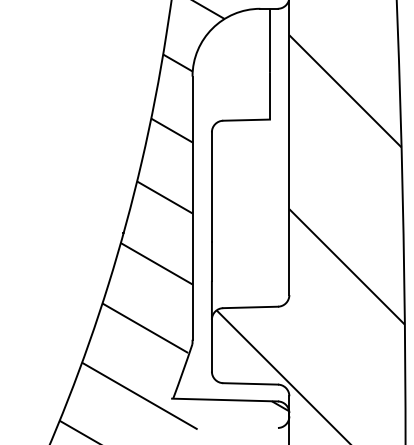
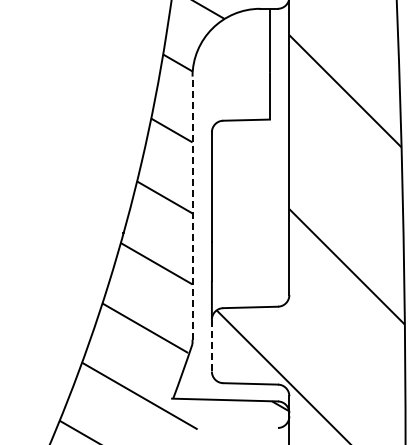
line at (192, 208): solid -> dashed
line at (211, 345): solid -> dashed
